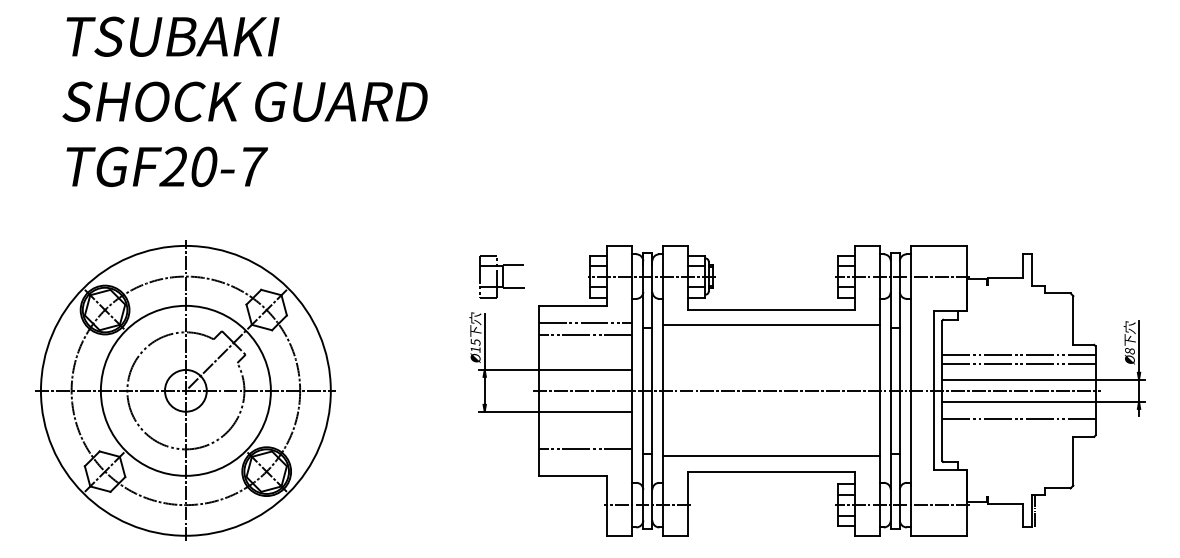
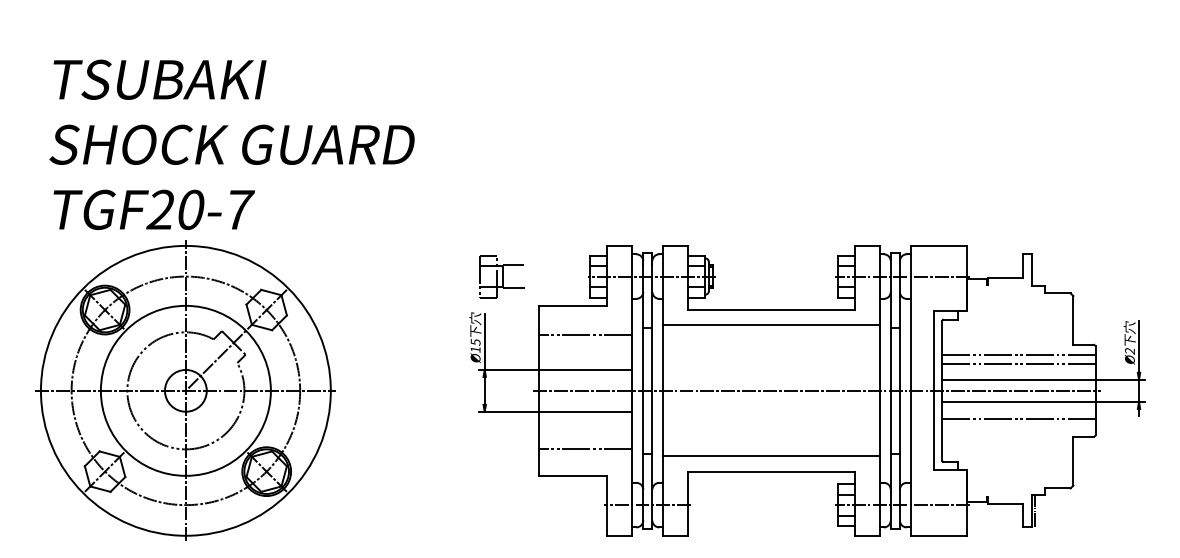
text at (244, 101) position: (244, 101) -> (231, 144)
line at (585, 323): present -> none
text at (1129, 351): Ø8 -> Ø2
